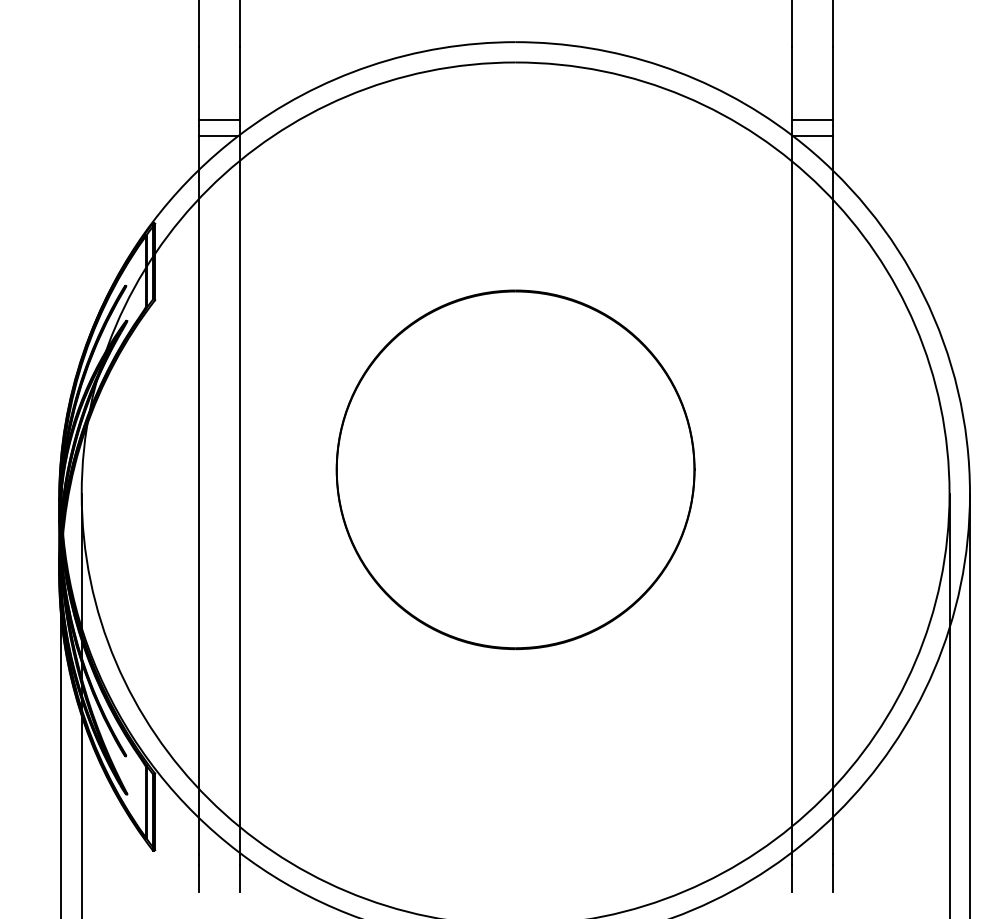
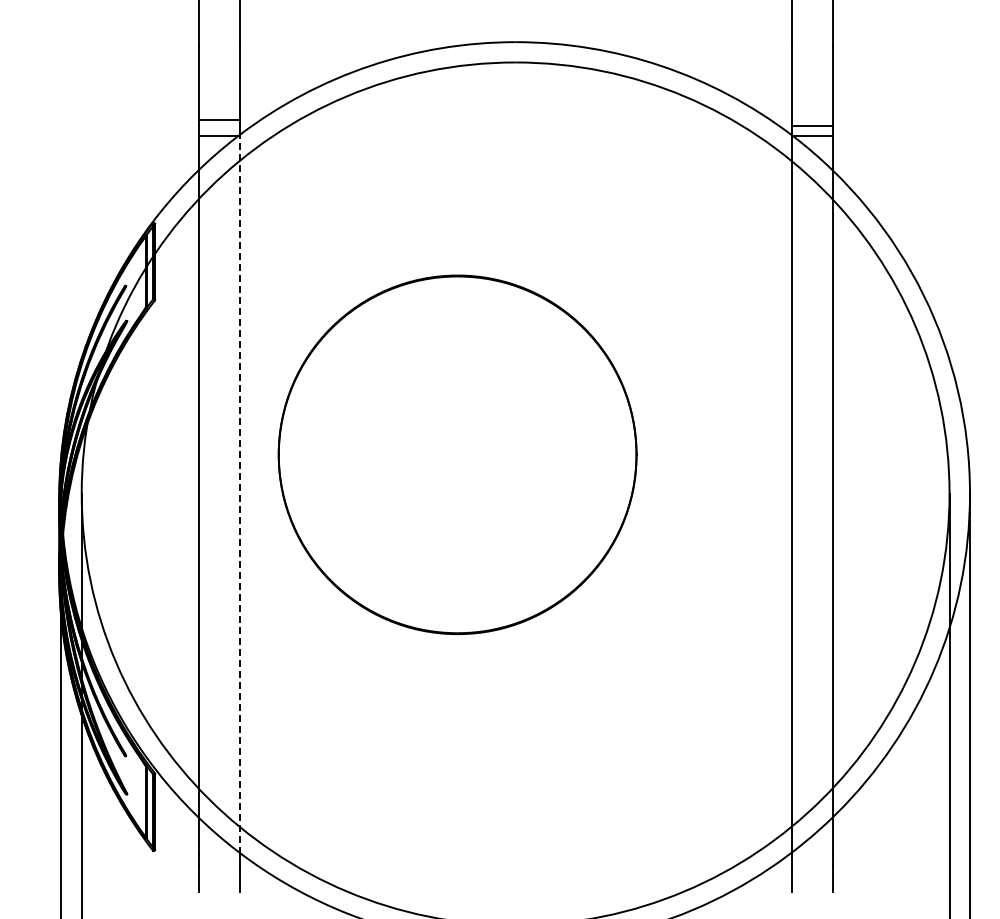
line at (811, 120) position: (811, 120) -> (811, 126)
part at (515, 469) position: (515, 469) -> (457, 454)
line at (239, 495): solid -> dashed
